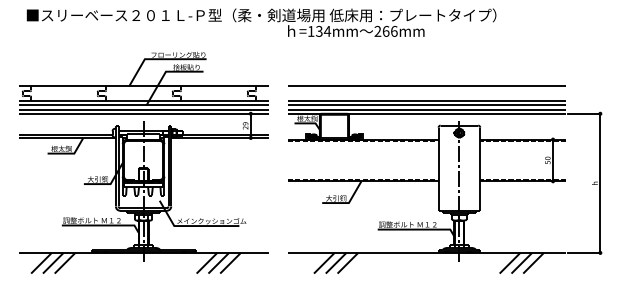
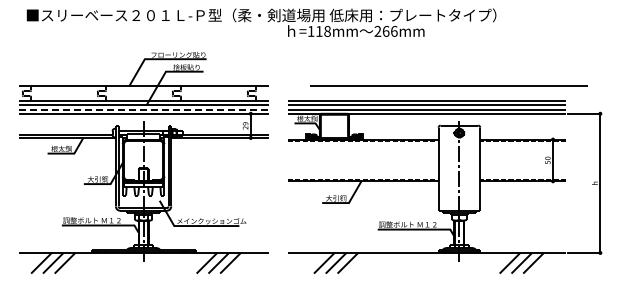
text at (323, 30): =134mm -> =118mm
line at (426, 85) position: (426, 85) -> (448, 85)
line at (143, 109): solid -> dashed
